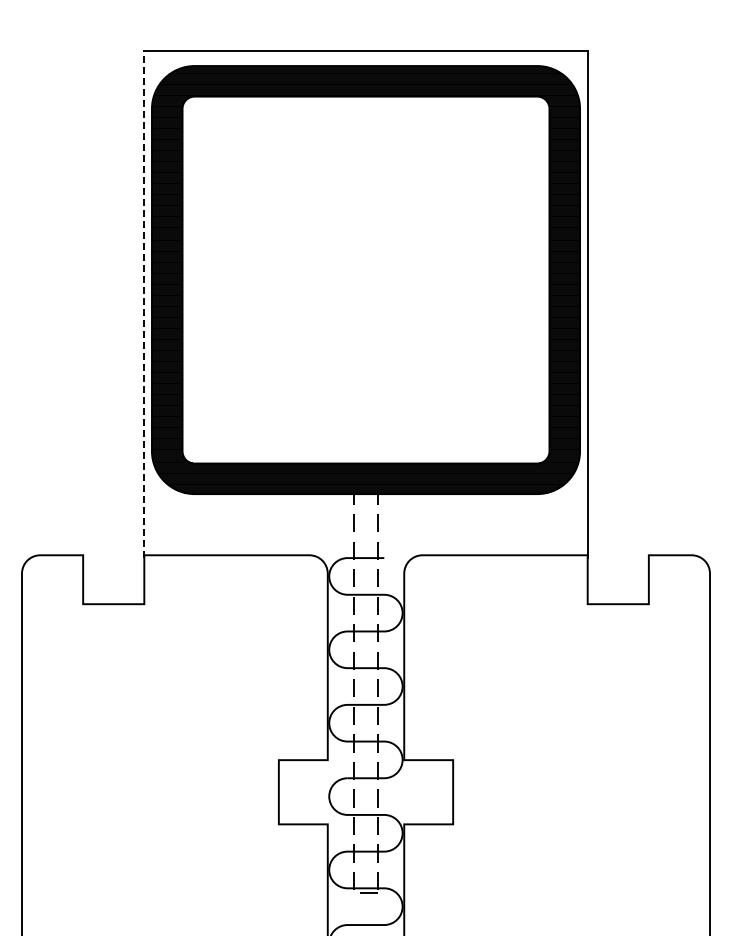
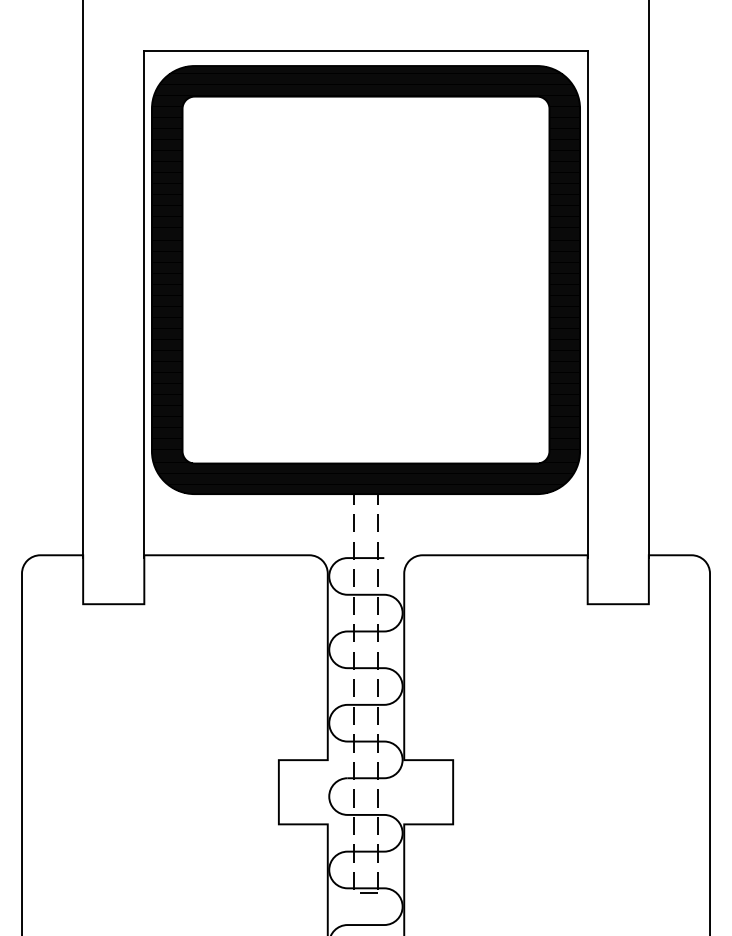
line at (83, 280): none -> present
line at (648, 280): none -> present
line at (144, 304): dashed -> solid
